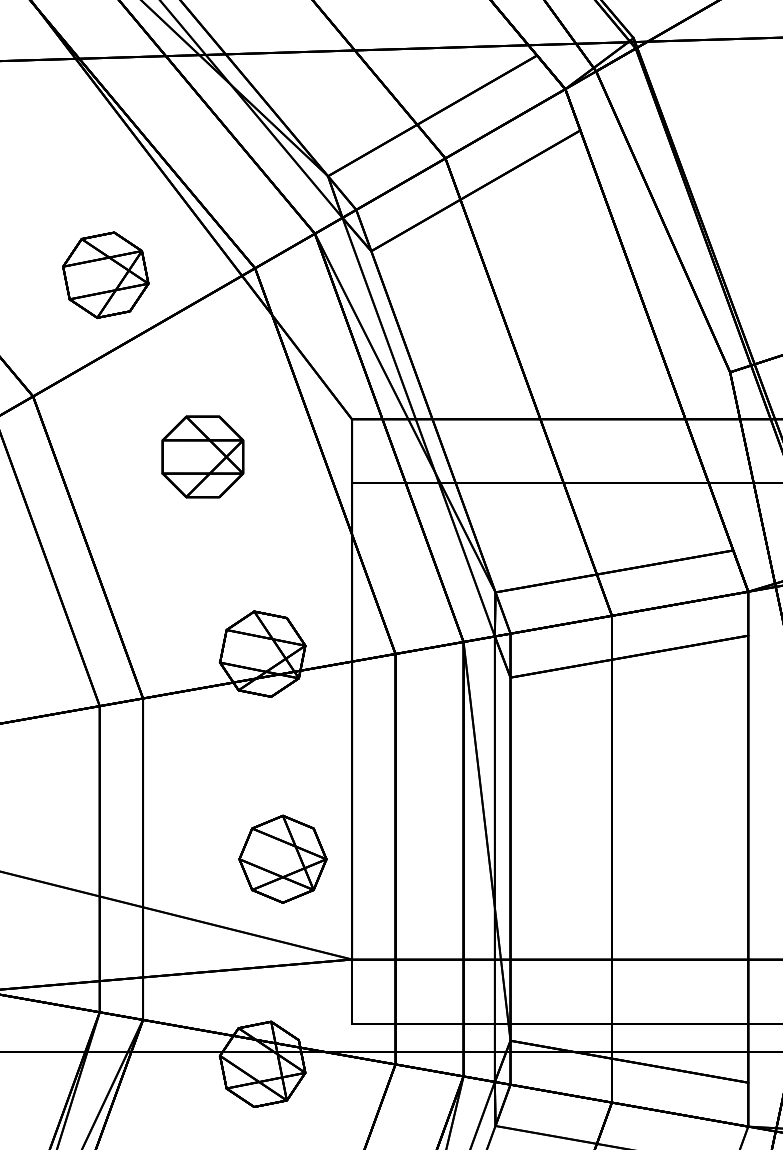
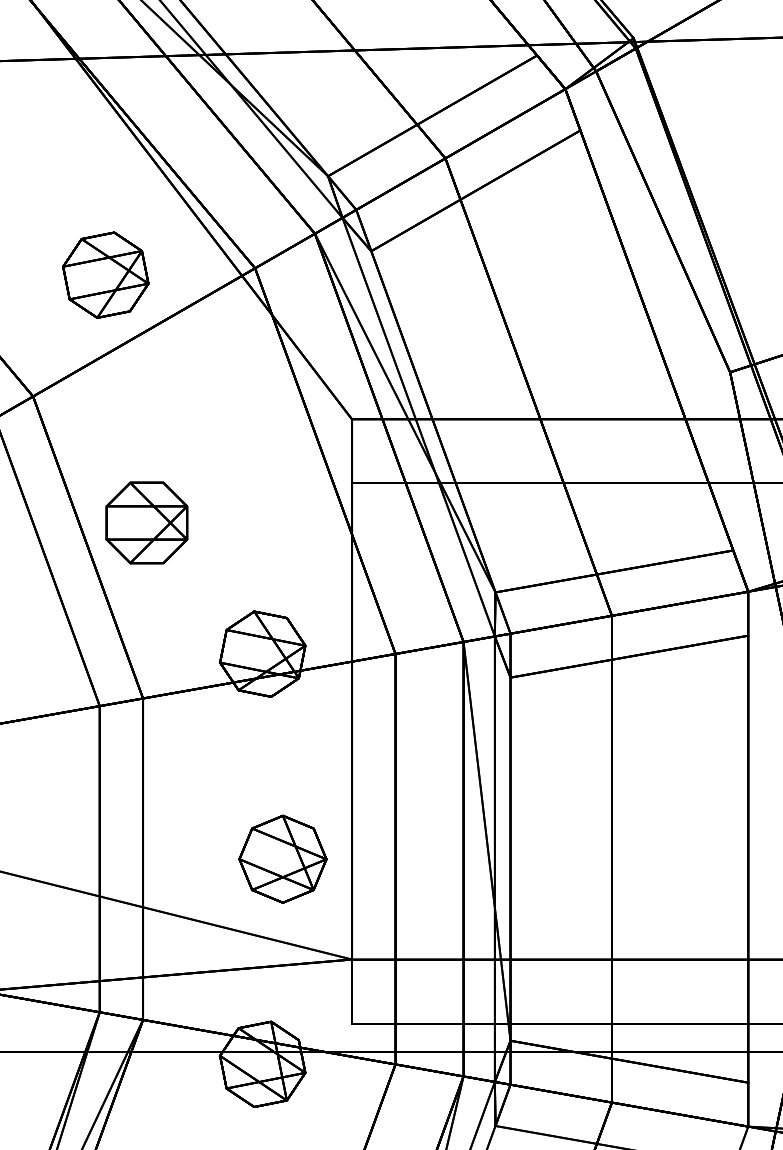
part at (202, 456) position: (202, 456) -> (146, 522)
